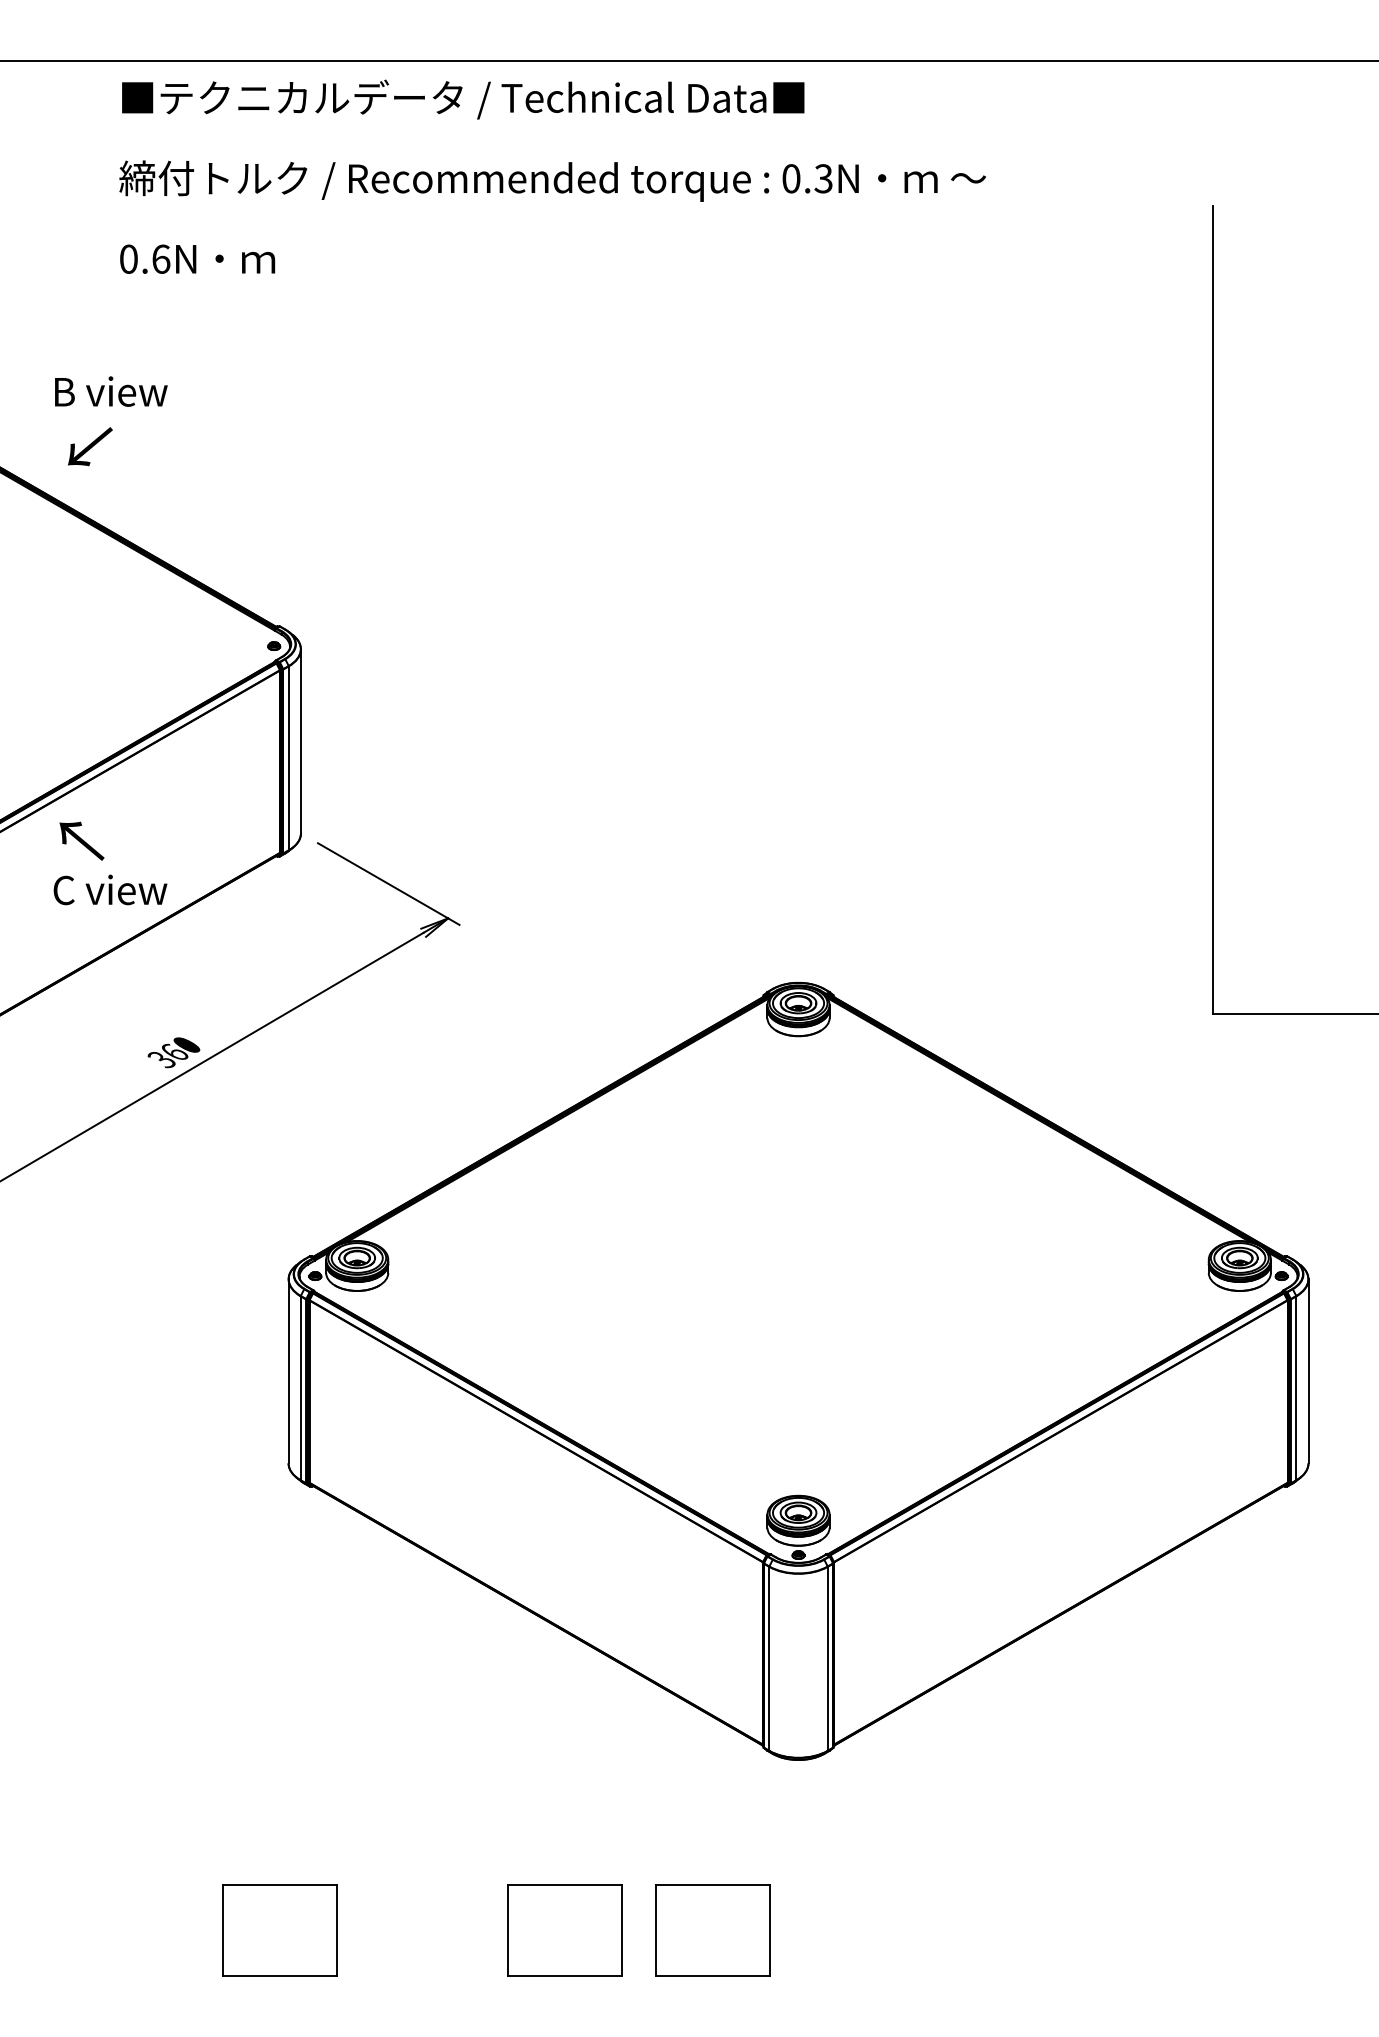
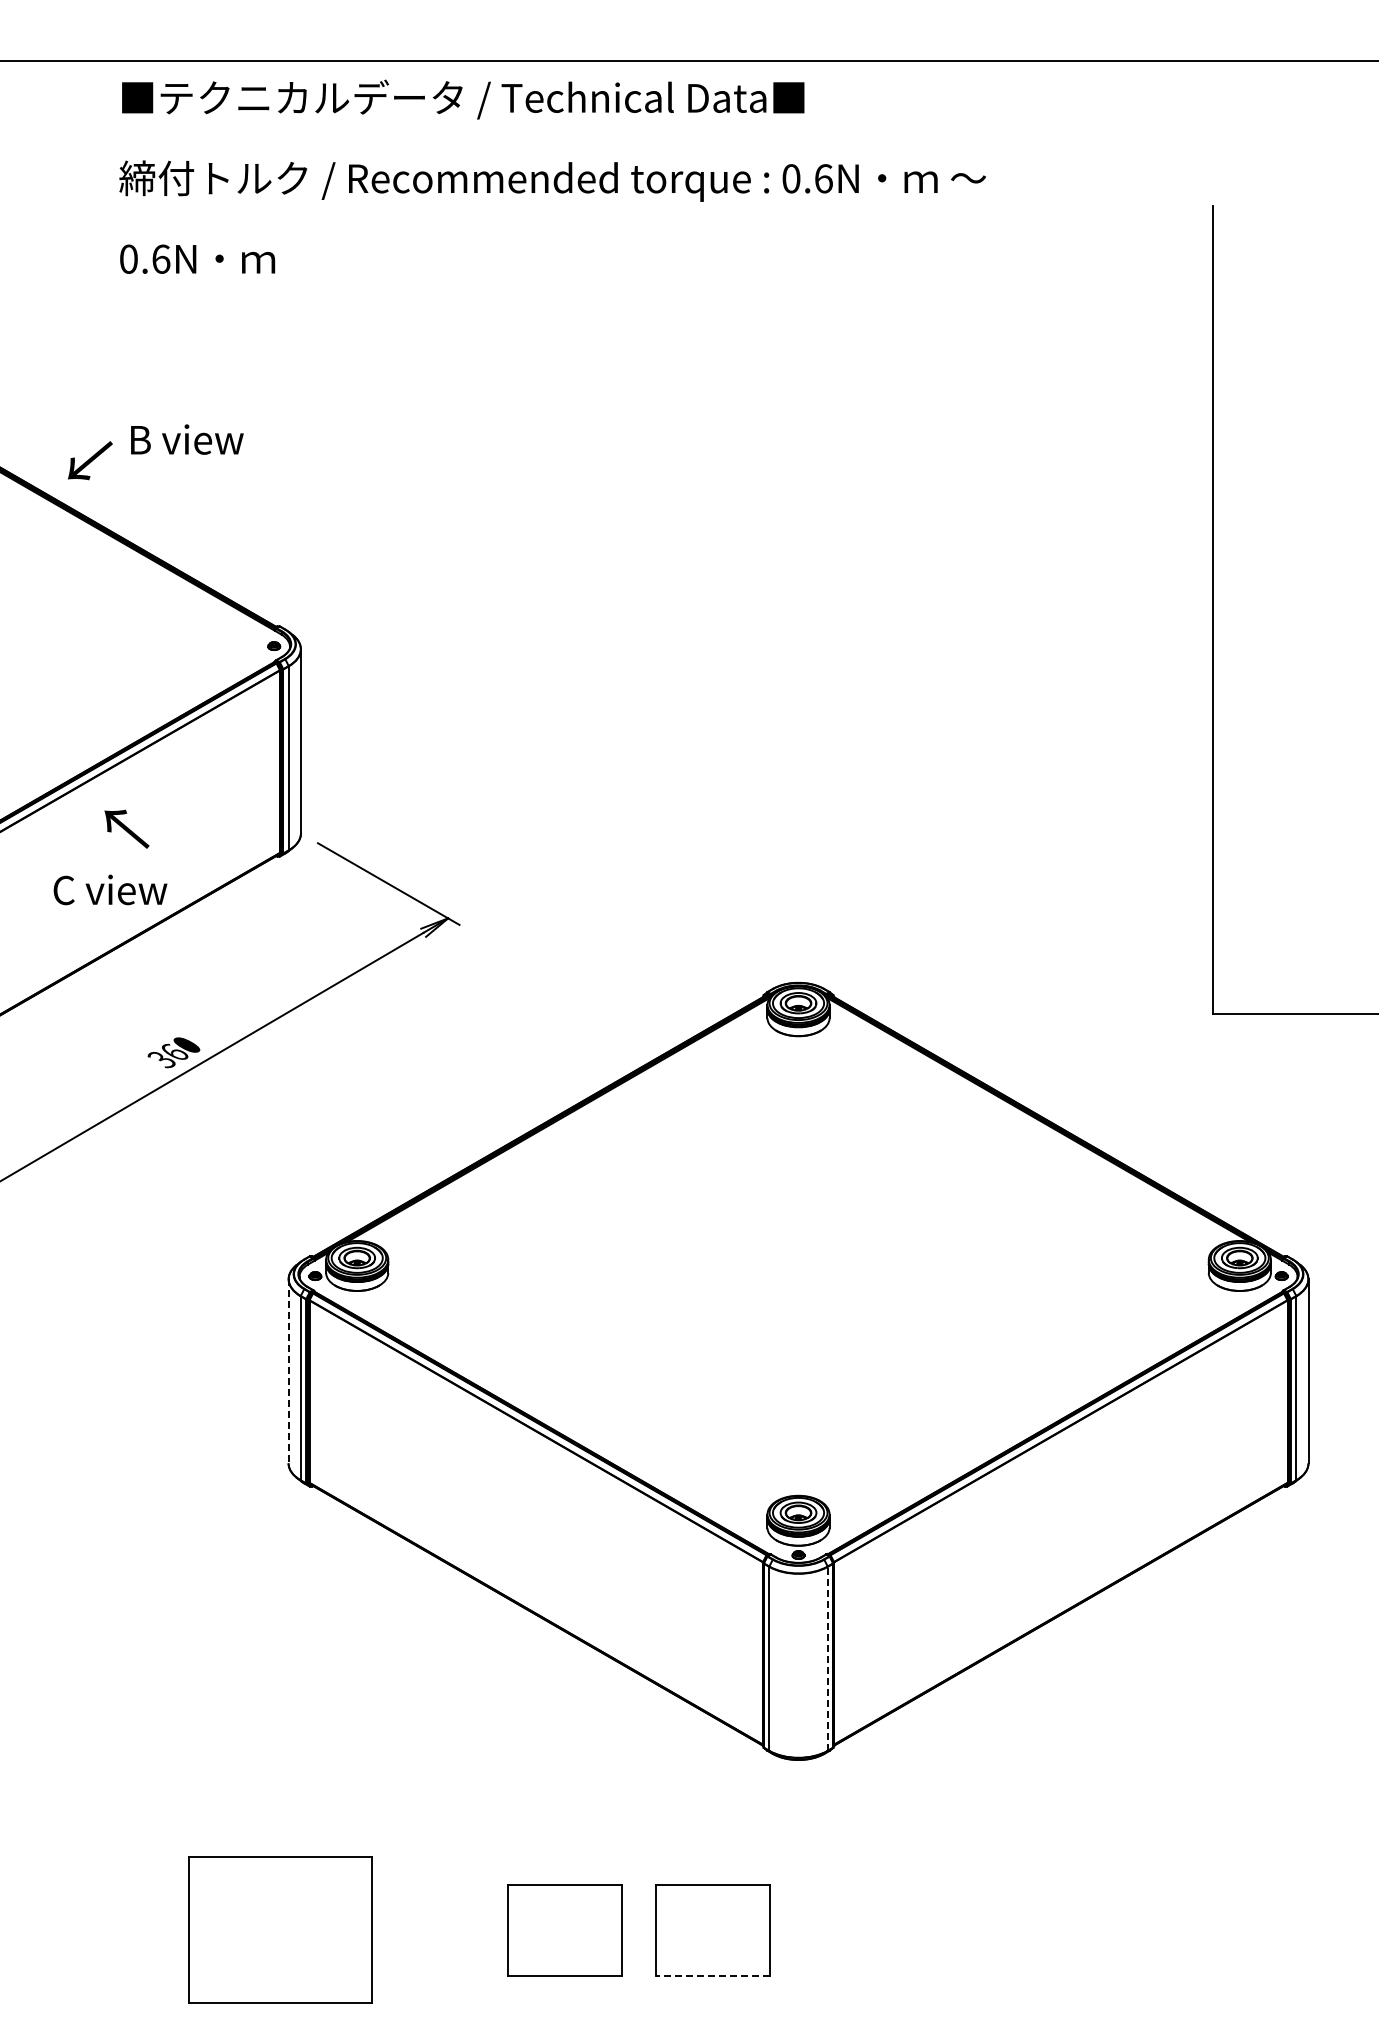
text at (823, 178): 0.3N -> 0.6N
text at (111, 391) position: (111, 391) -> (187, 439)
text at (90, 446) position: (90, 446) -> (90, 460)
text at (81, 840) position: (81, 840) -> (126, 828)
line at (288, 1371): solid -> dashed
line at (827, 1658): solid -> dashed
part at (279, 1930) size: 116x93 px -> 185x148 px
line at (713, 1975): solid -> dashed
